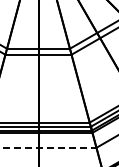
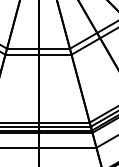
line at (48, 147): dashed -> solid
